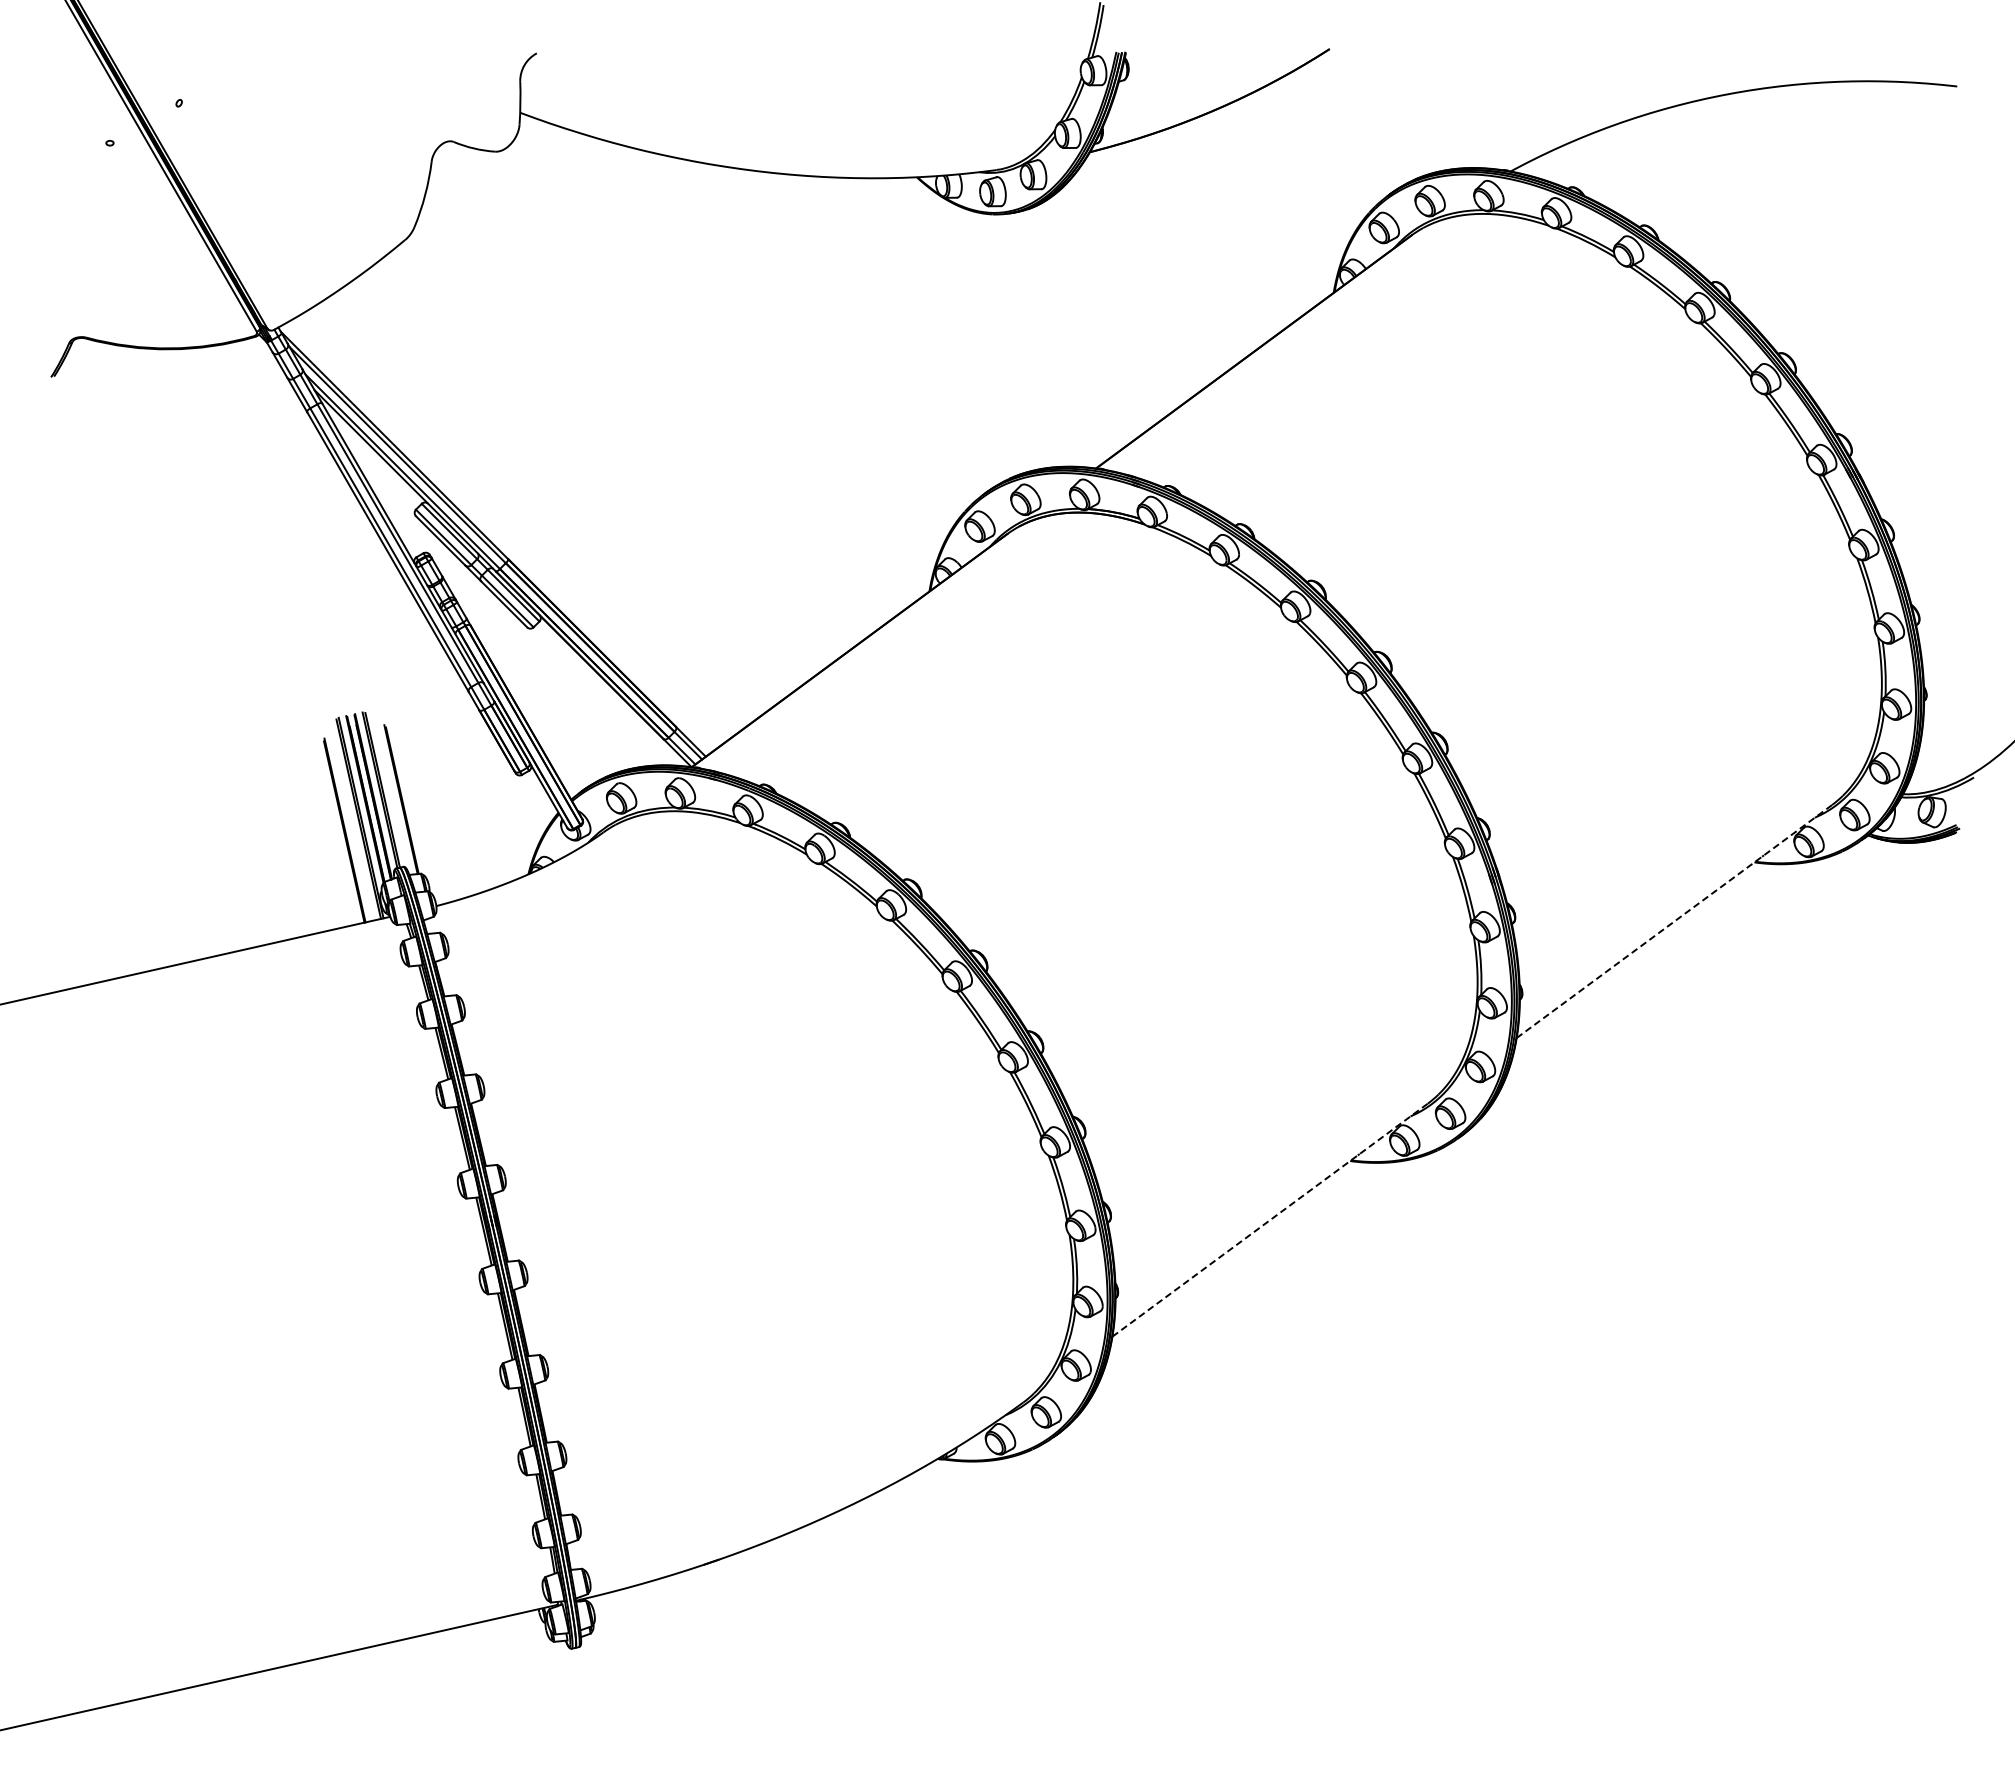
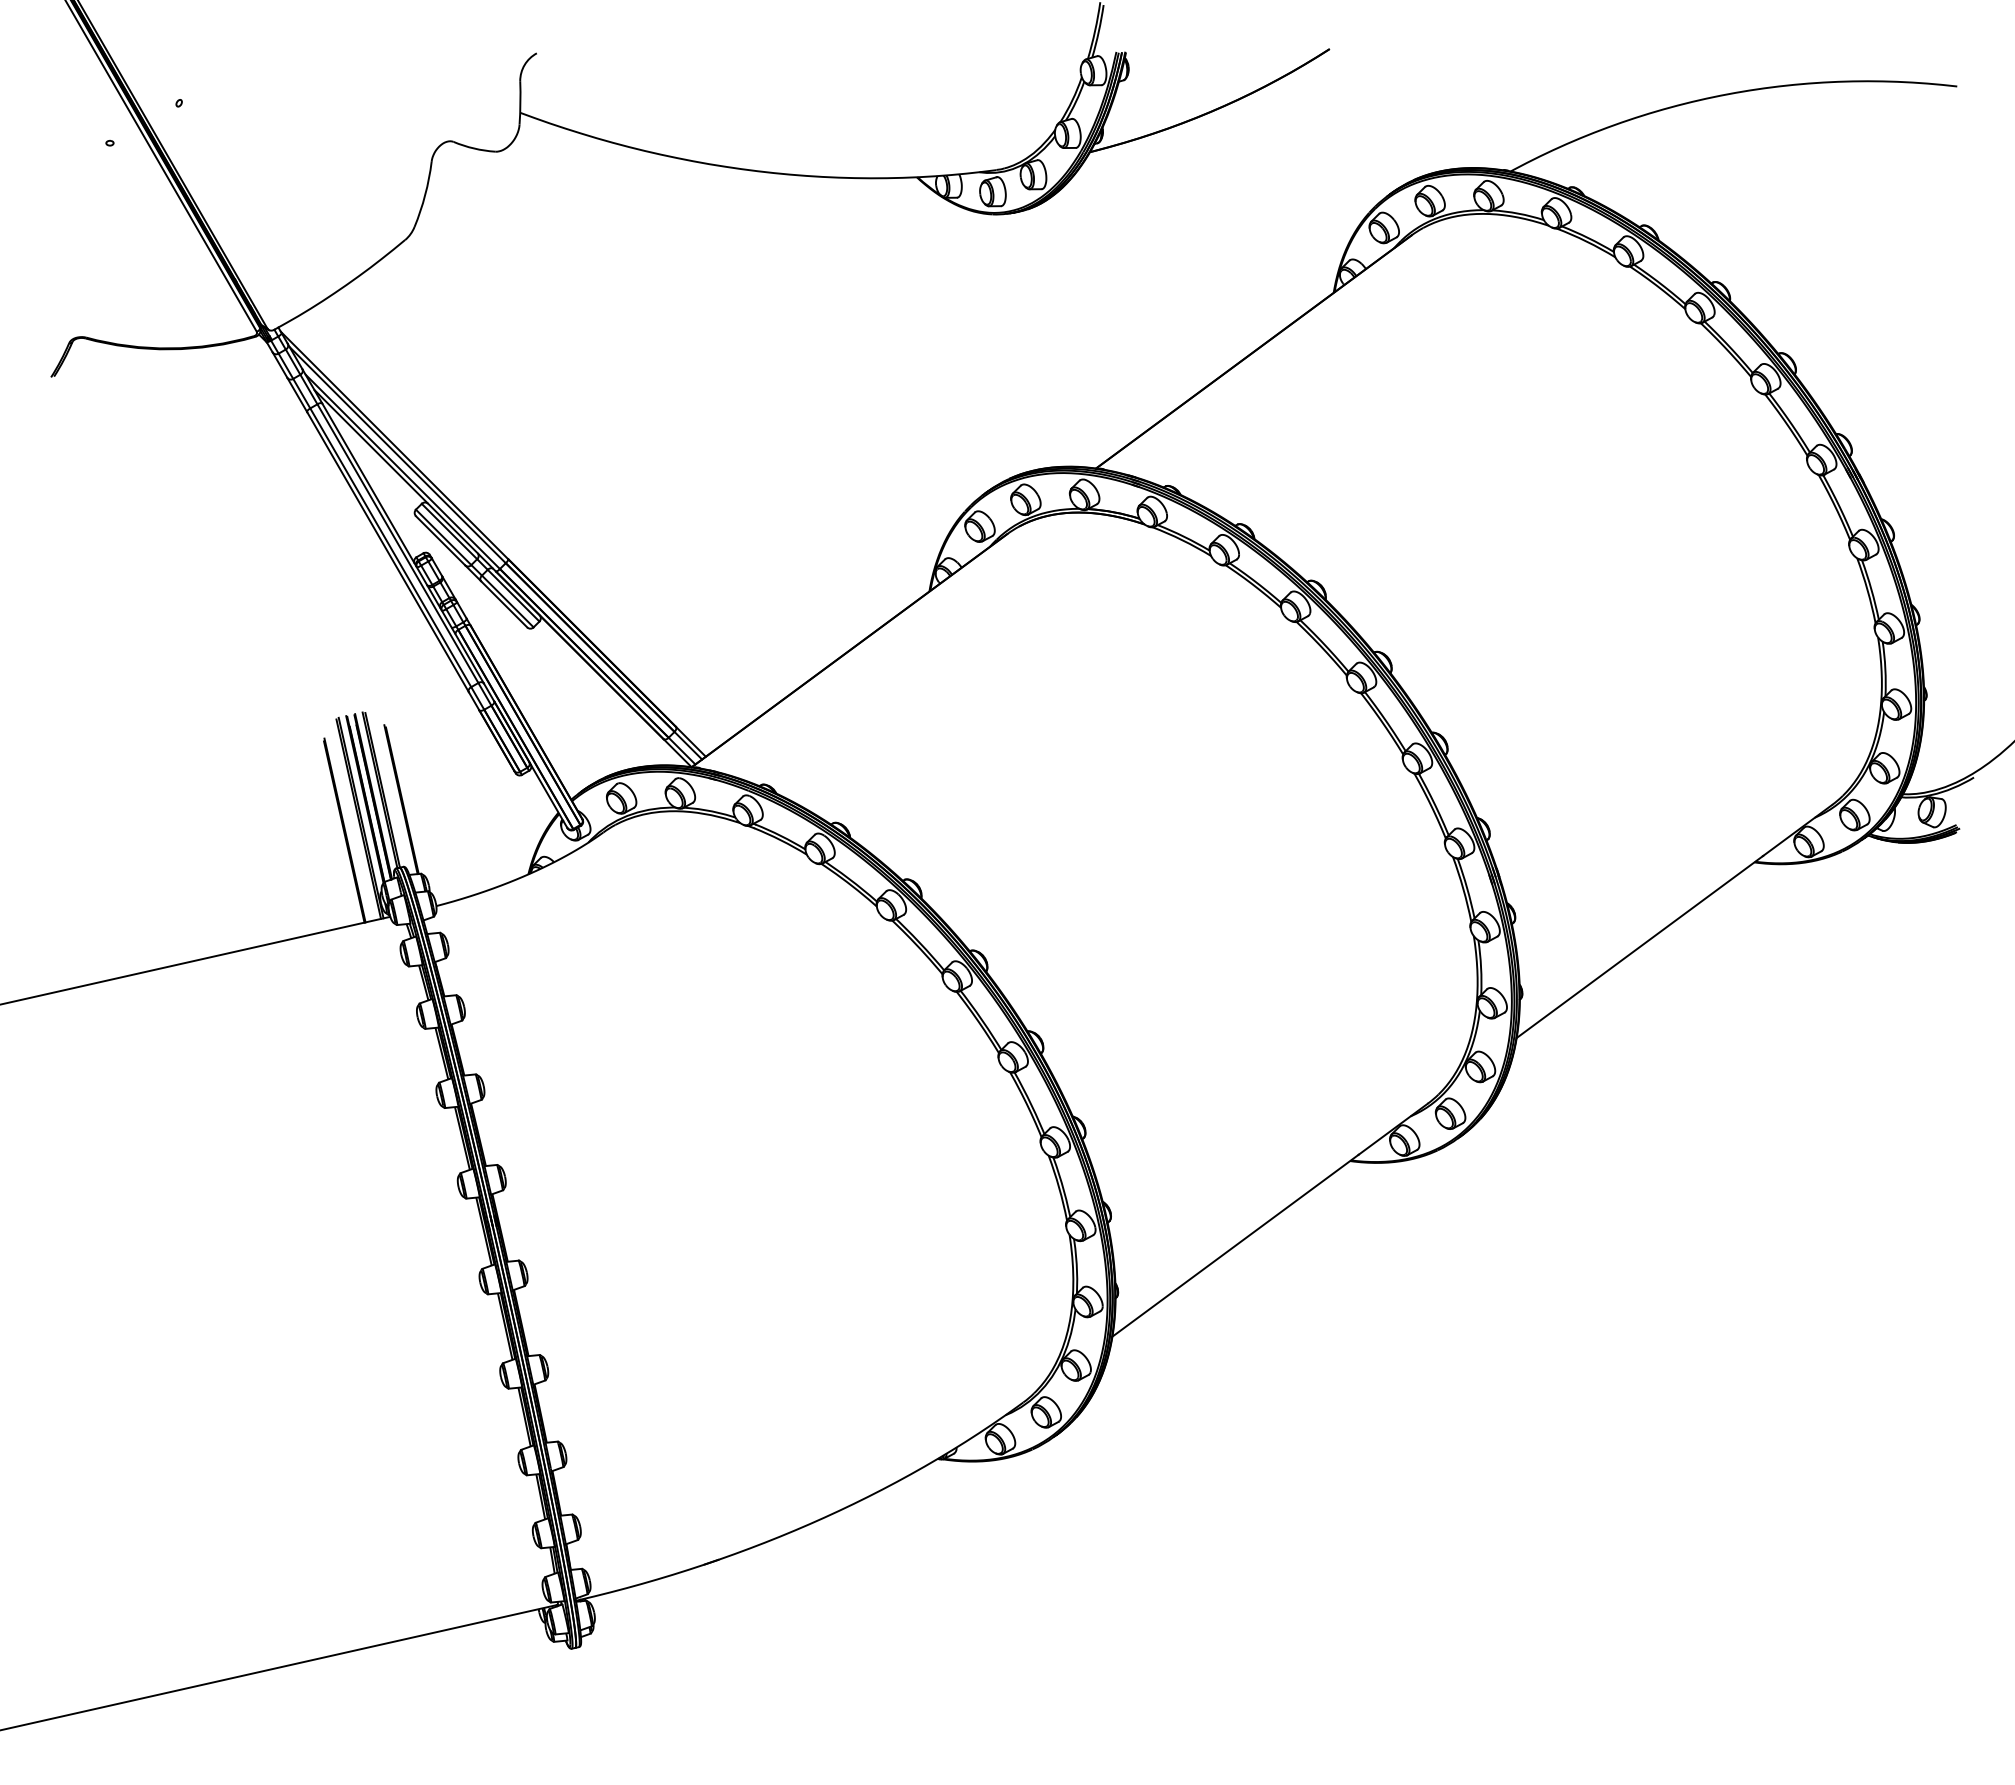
line at (1674, 921): dashed -> solid
line at (1270, 1219): dashed -> solid
